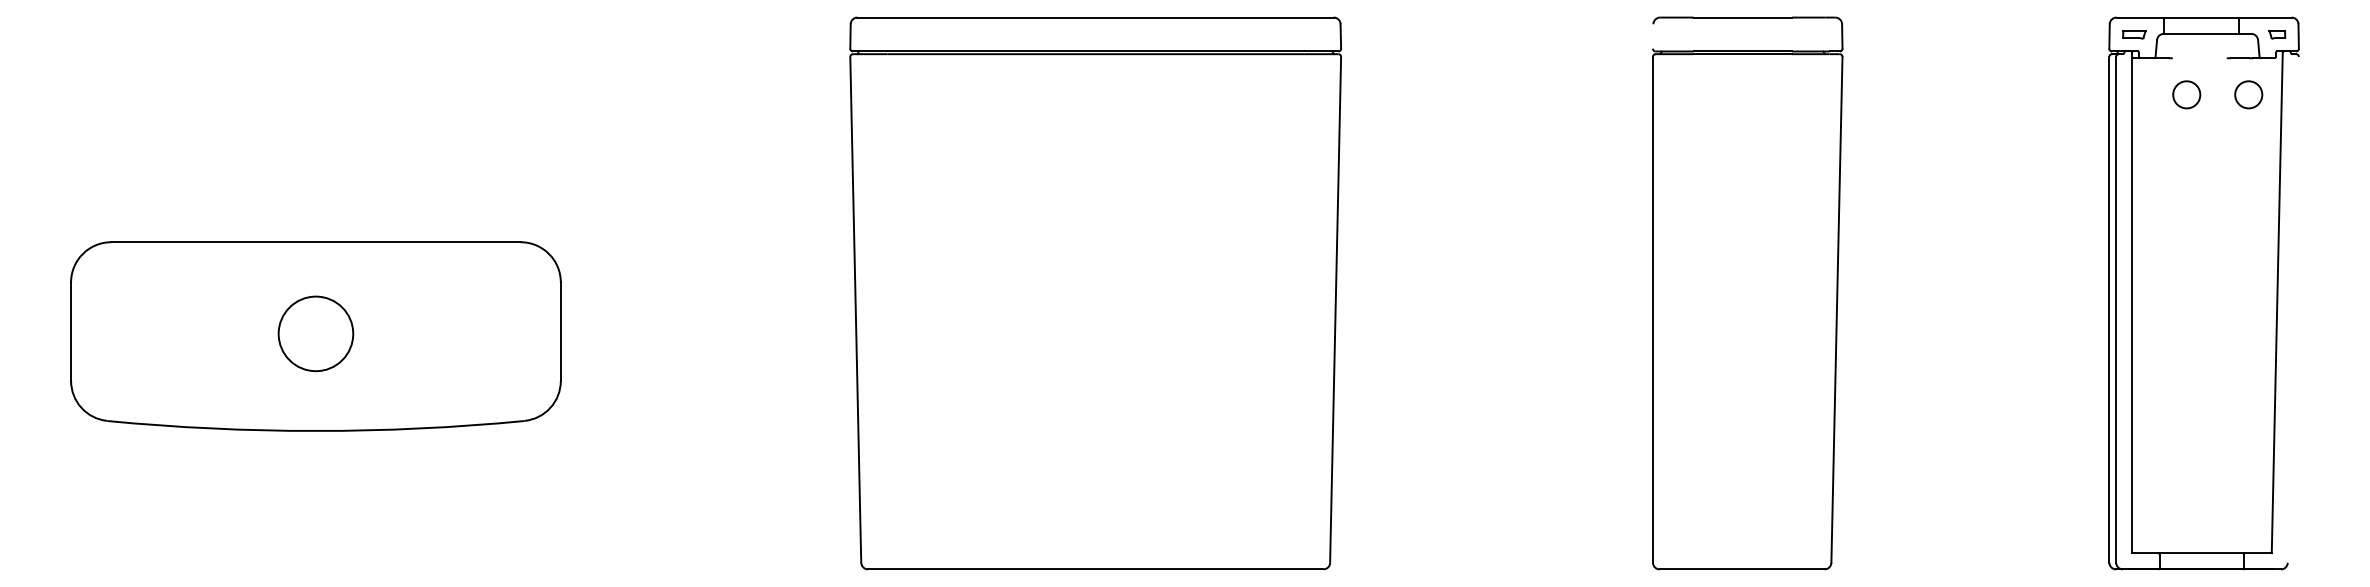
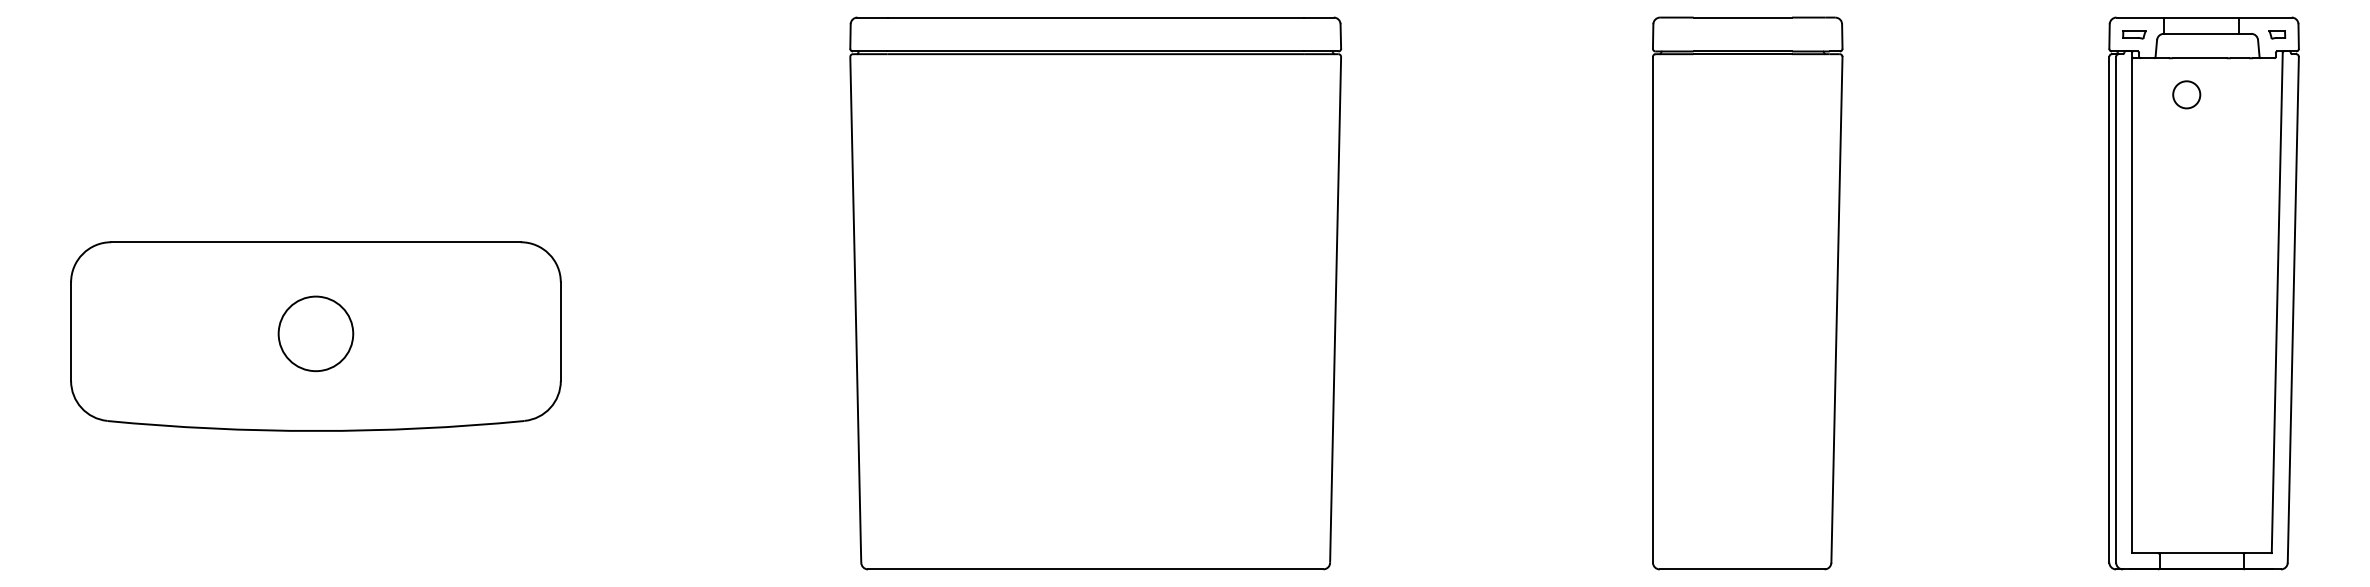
line at (1652, 36): none -> present
line at (2199, 58): none -> present
circle at (2248, 94): present -> none
line at (2292, 309): none -> present
